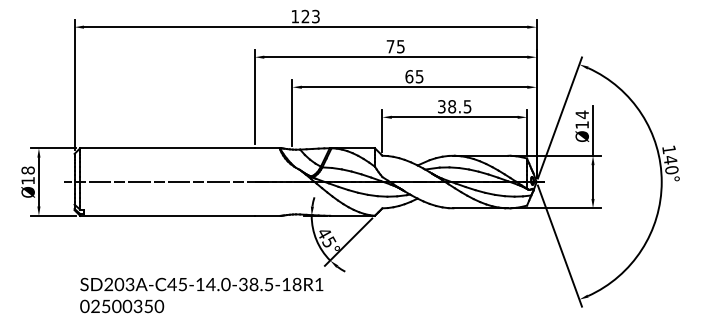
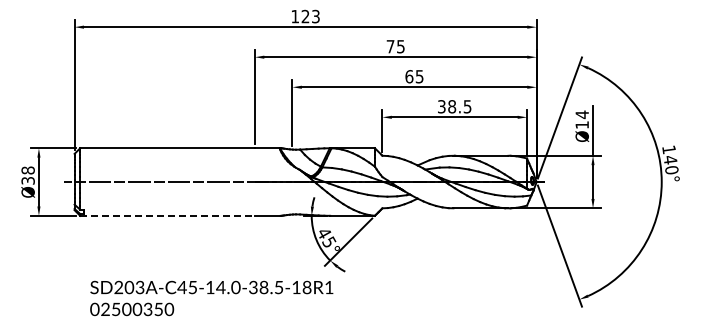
text at (27, 180): Ø18 -> Ø38
line at (168, 215): solid -> dashed
text at (201, 295) position: (201, 295) -> (211, 298)
